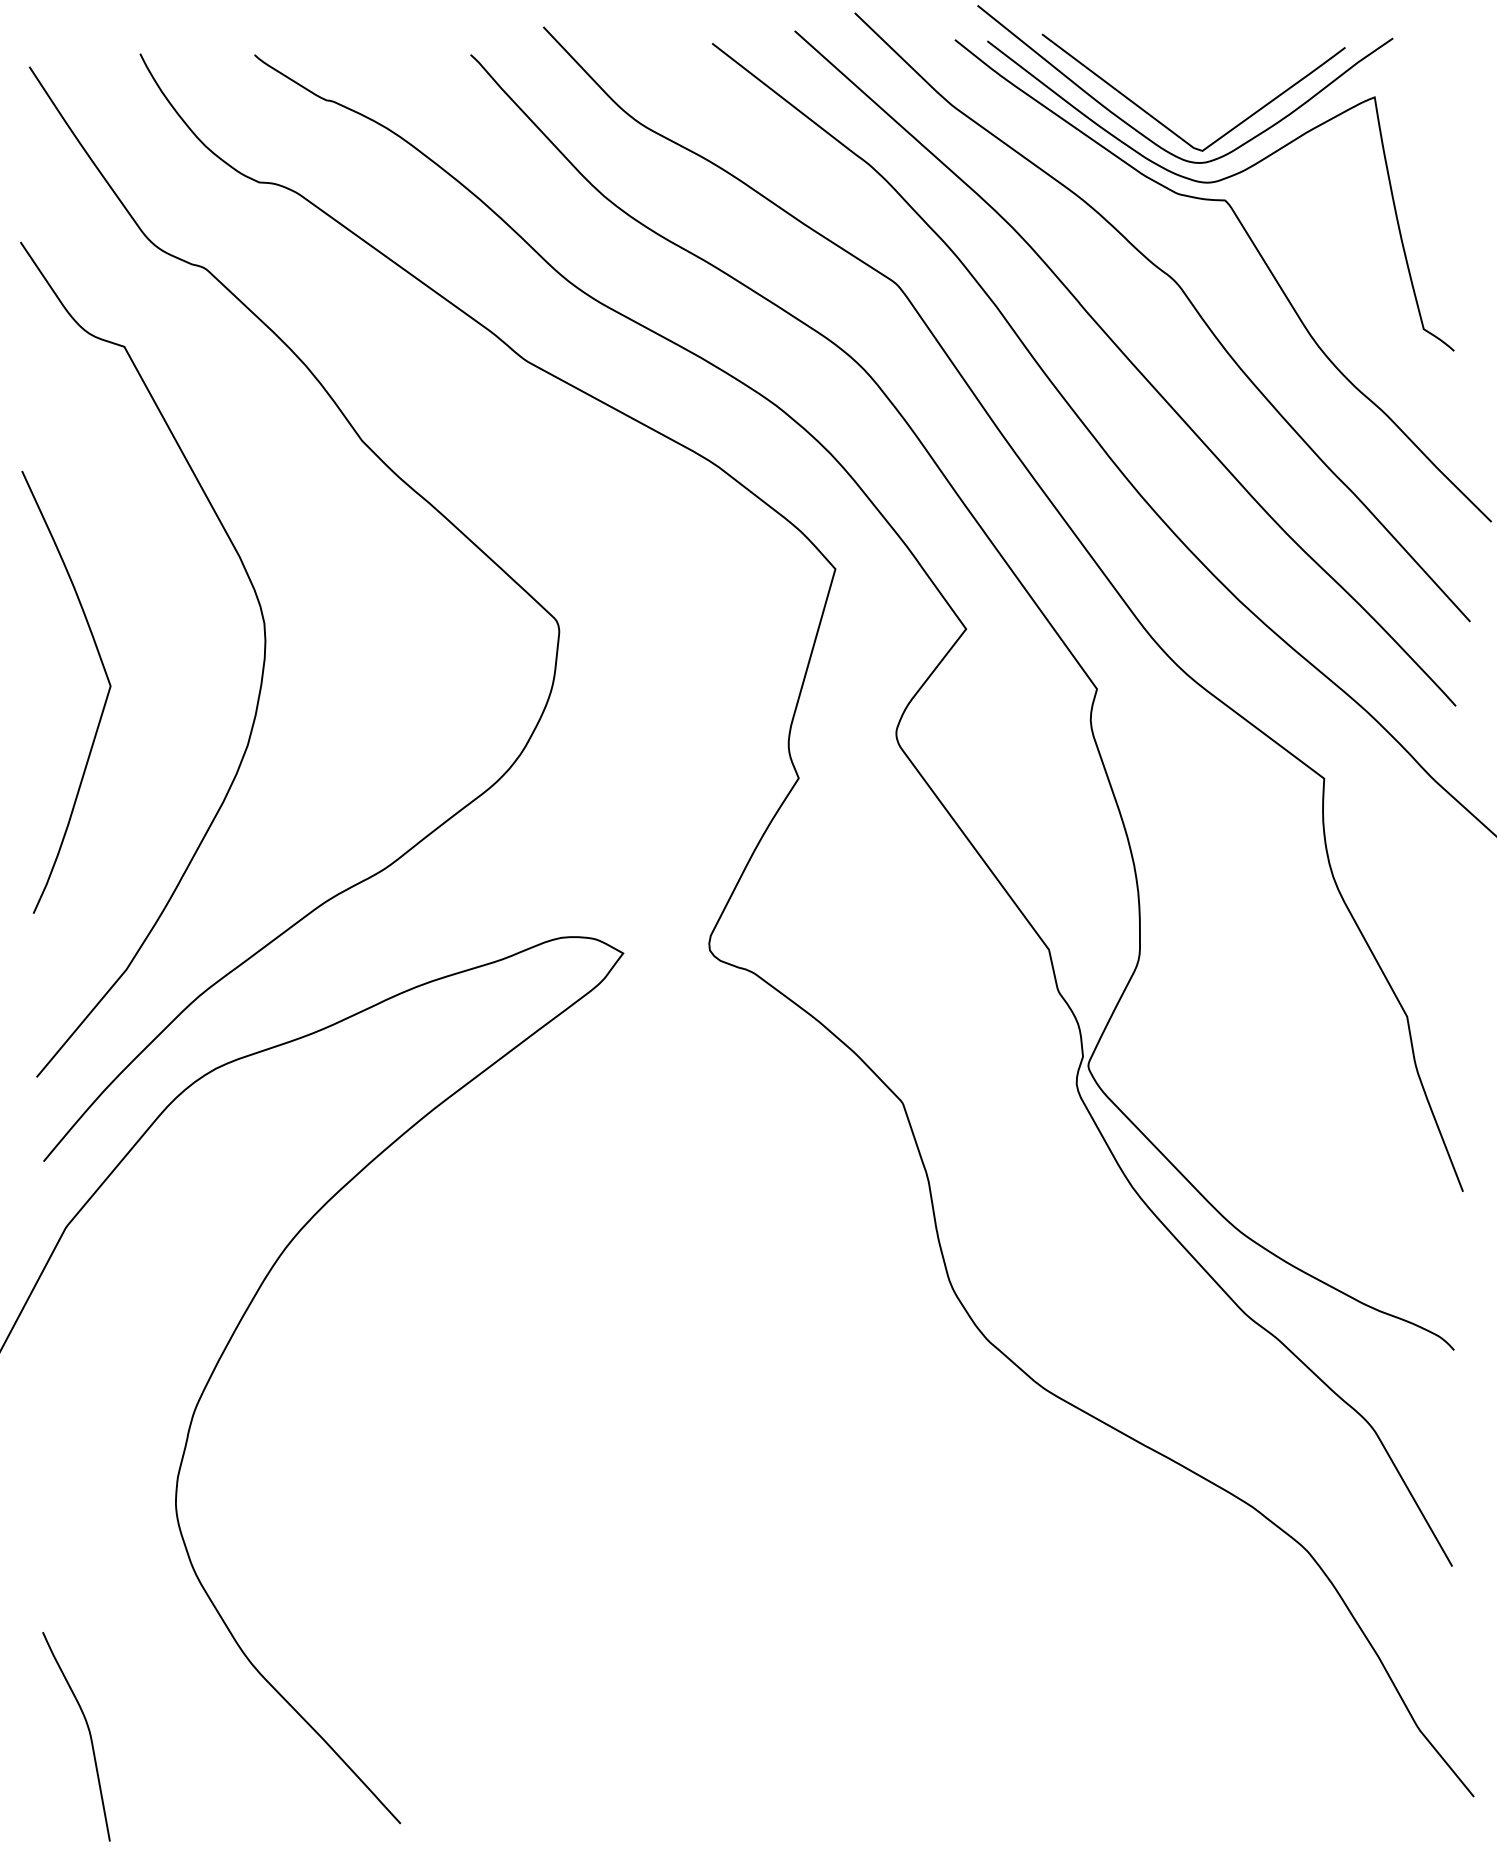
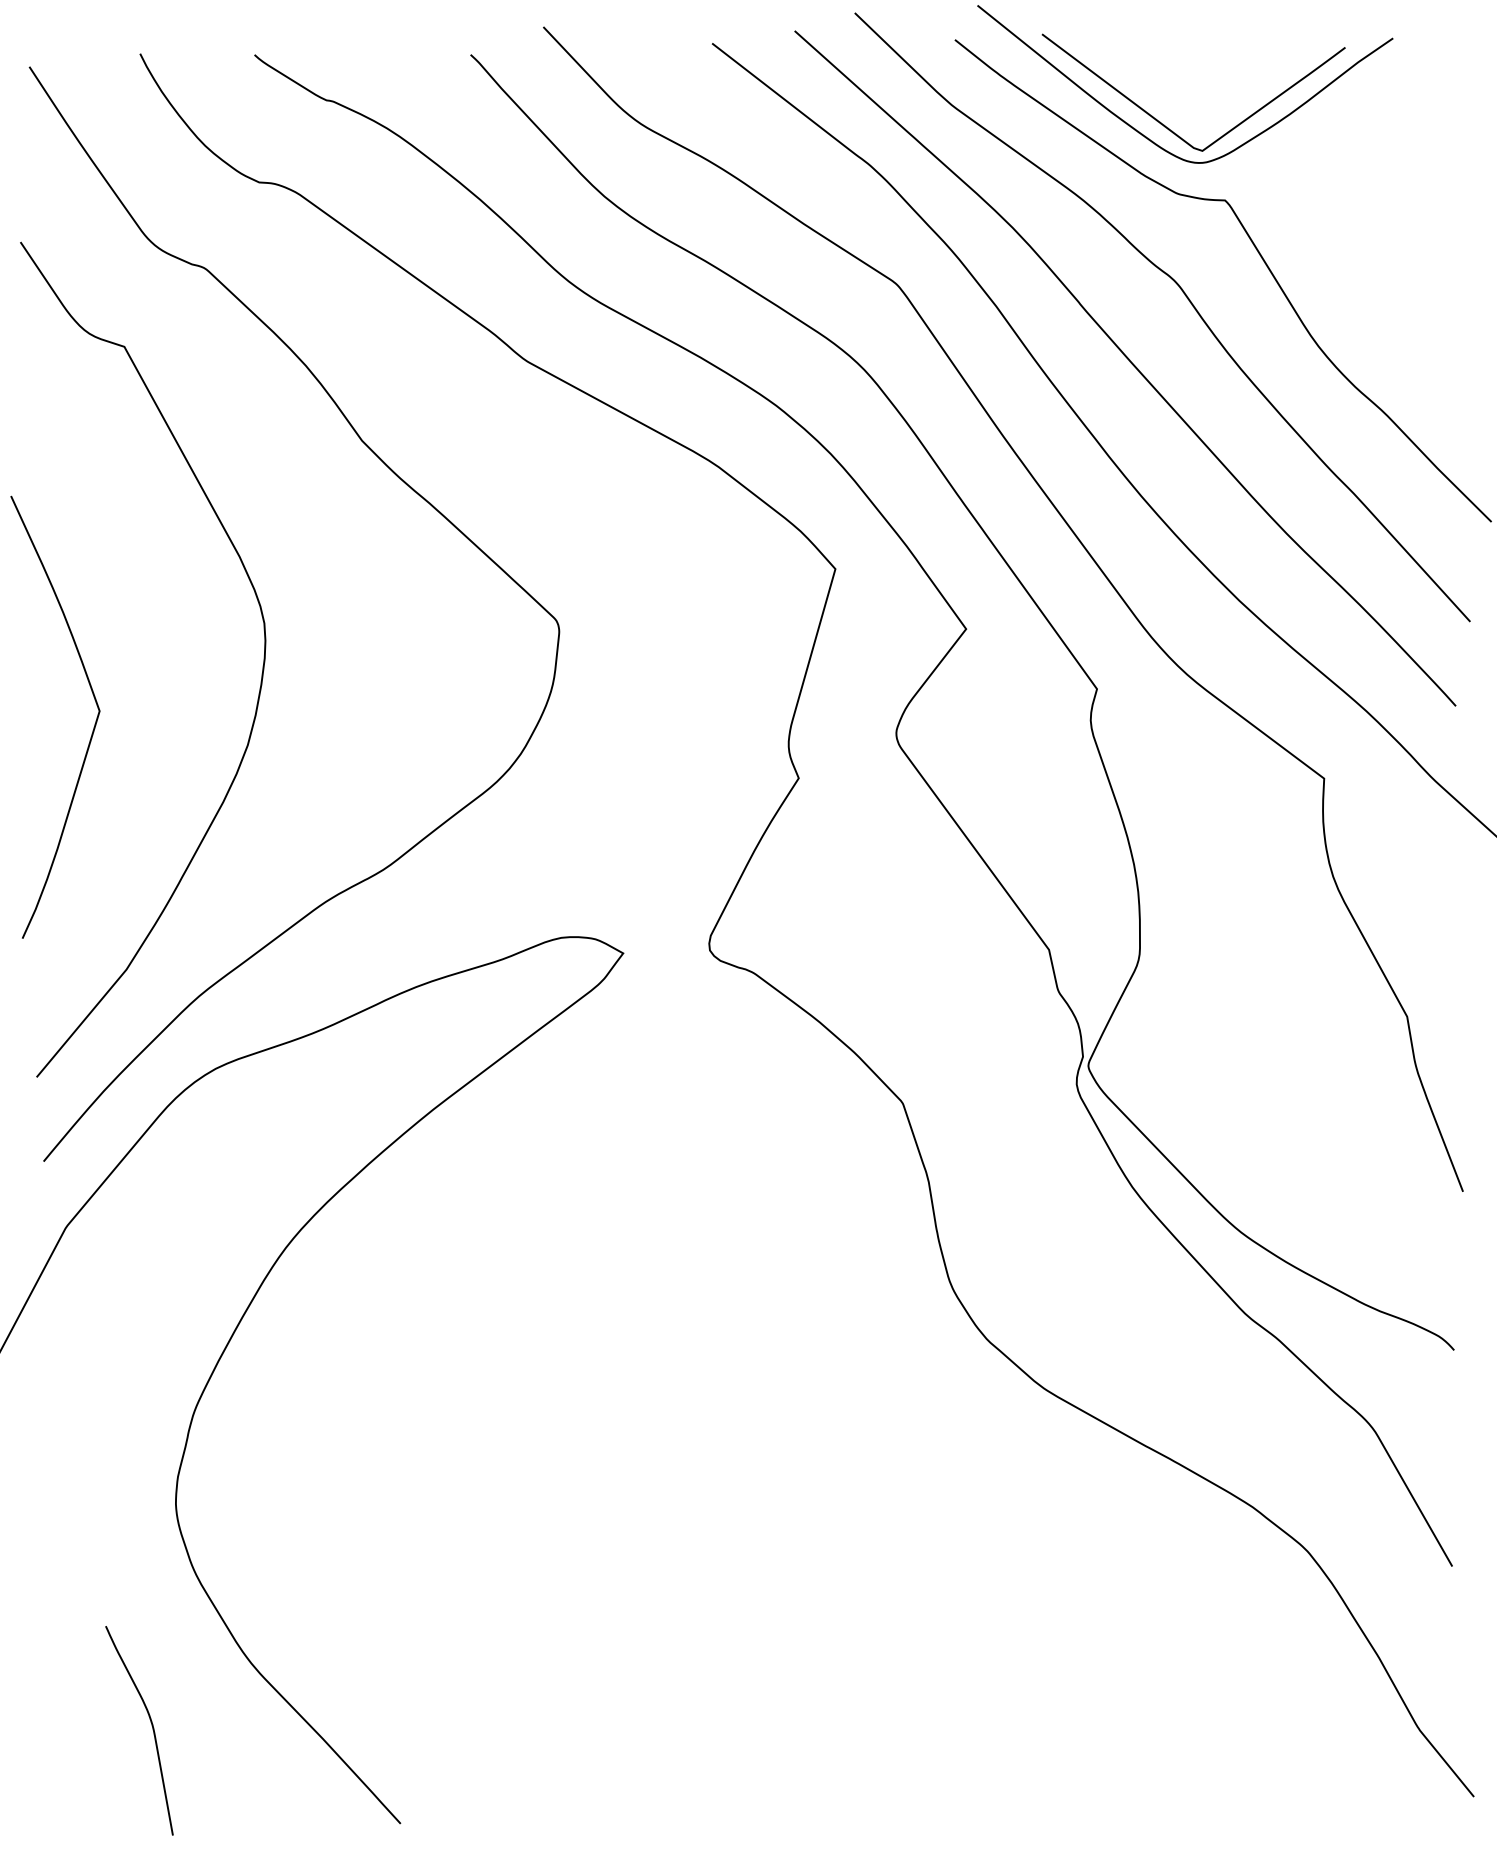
curve at (1217, 182): present -> none
curve at (104, 702) position: (104, 702) -> (93, 727)
curve at (88, 1731) position: (88, 1731) -> (151, 1725)
